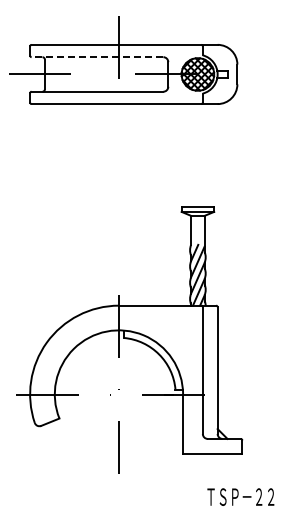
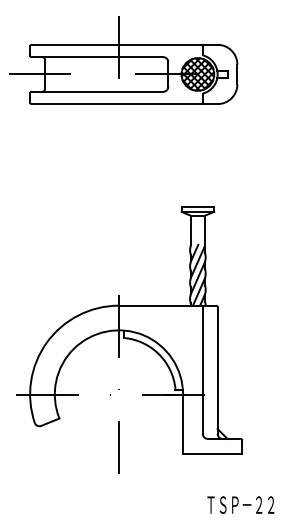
line at (97, 57): dashed -> solid
text at (240, 496) position: (240, 496) -> (240, 504)
